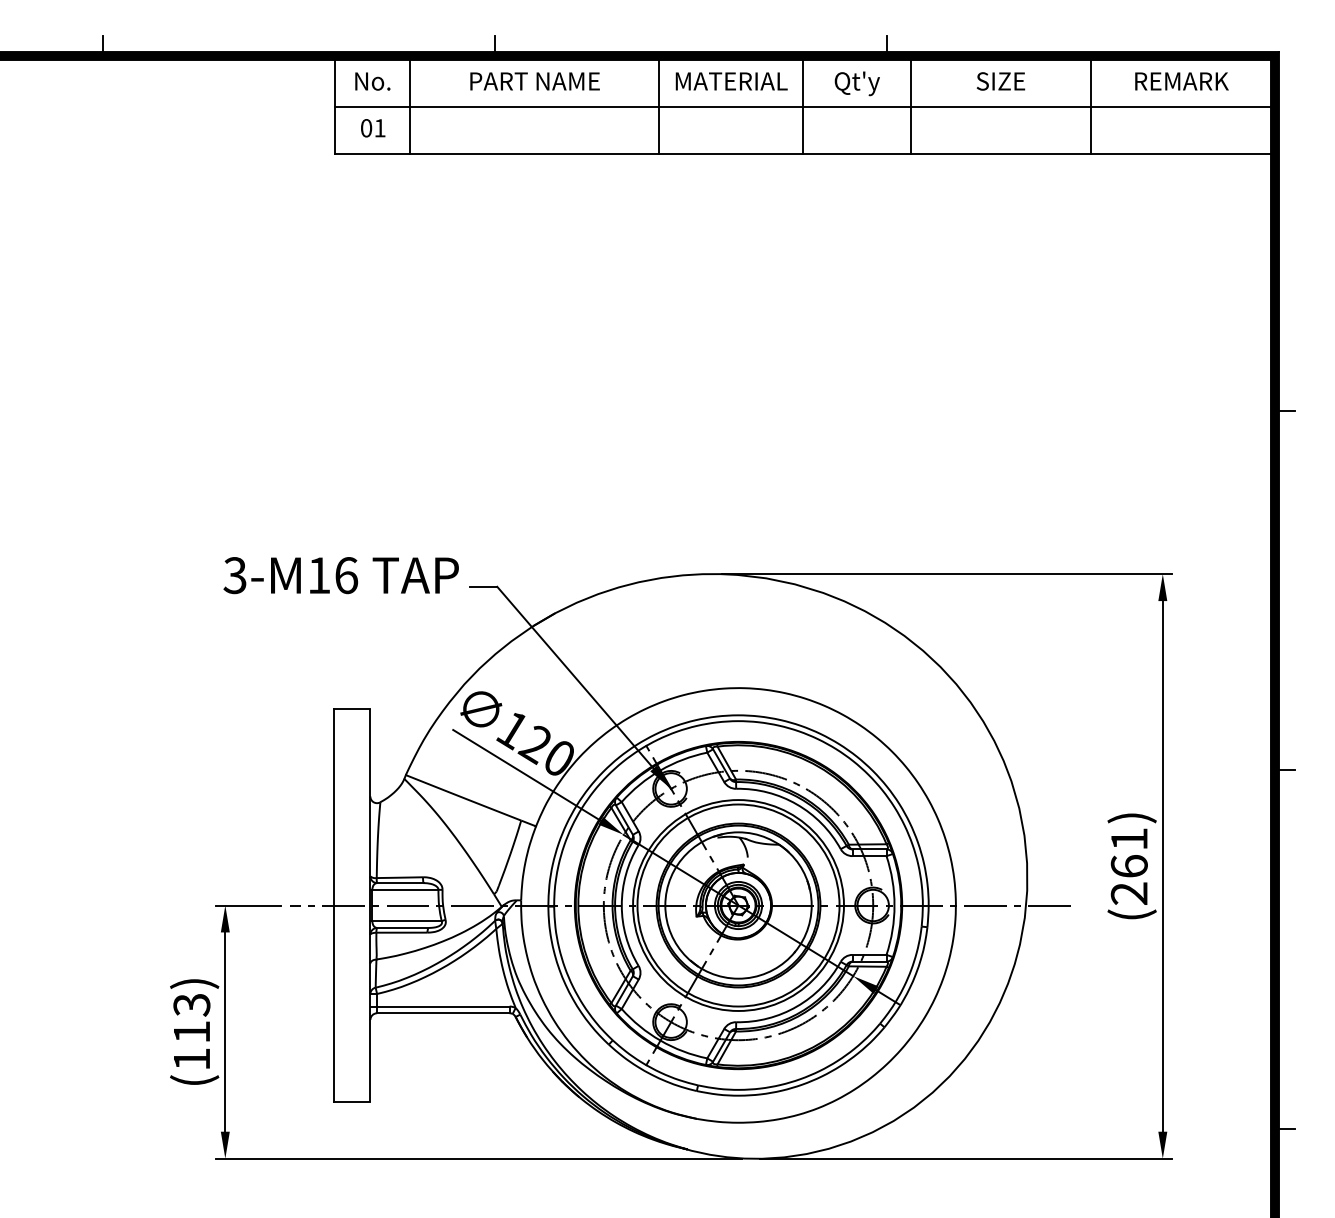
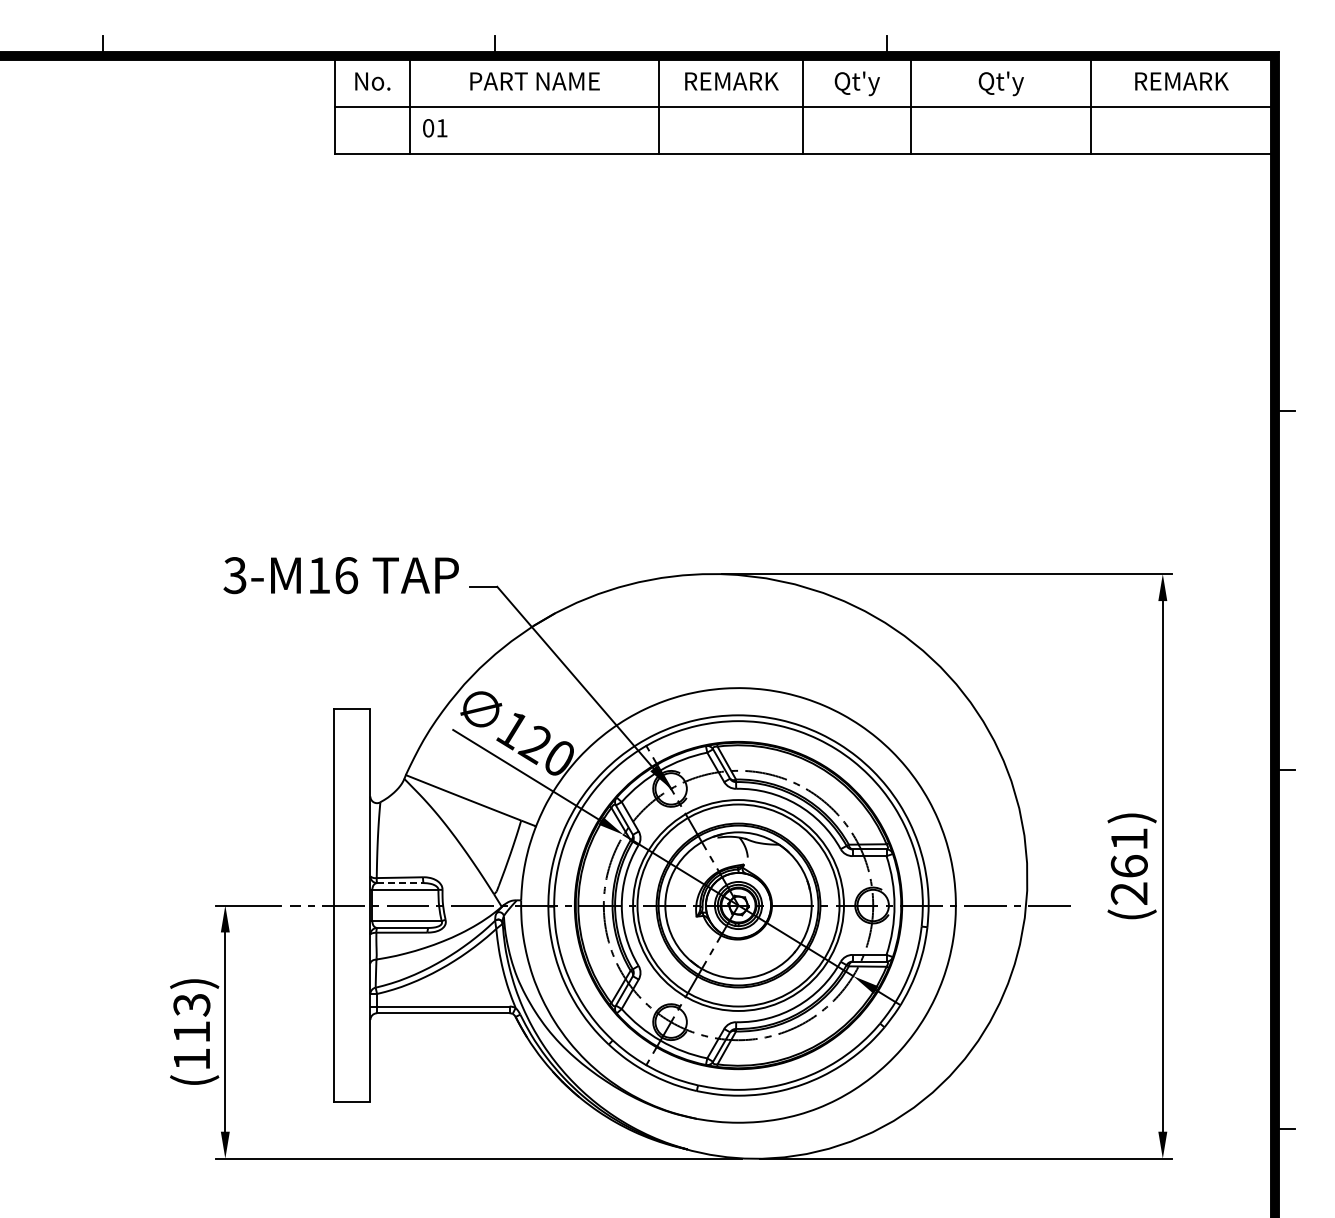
text at (731, 81): MATERIAL -> REMARK
text at (1000, 83): SIZE -> Qt'y
text at (373, 128) position: (373, 128) -> (435, 128)
line at (400, 883): solid -> dashed
